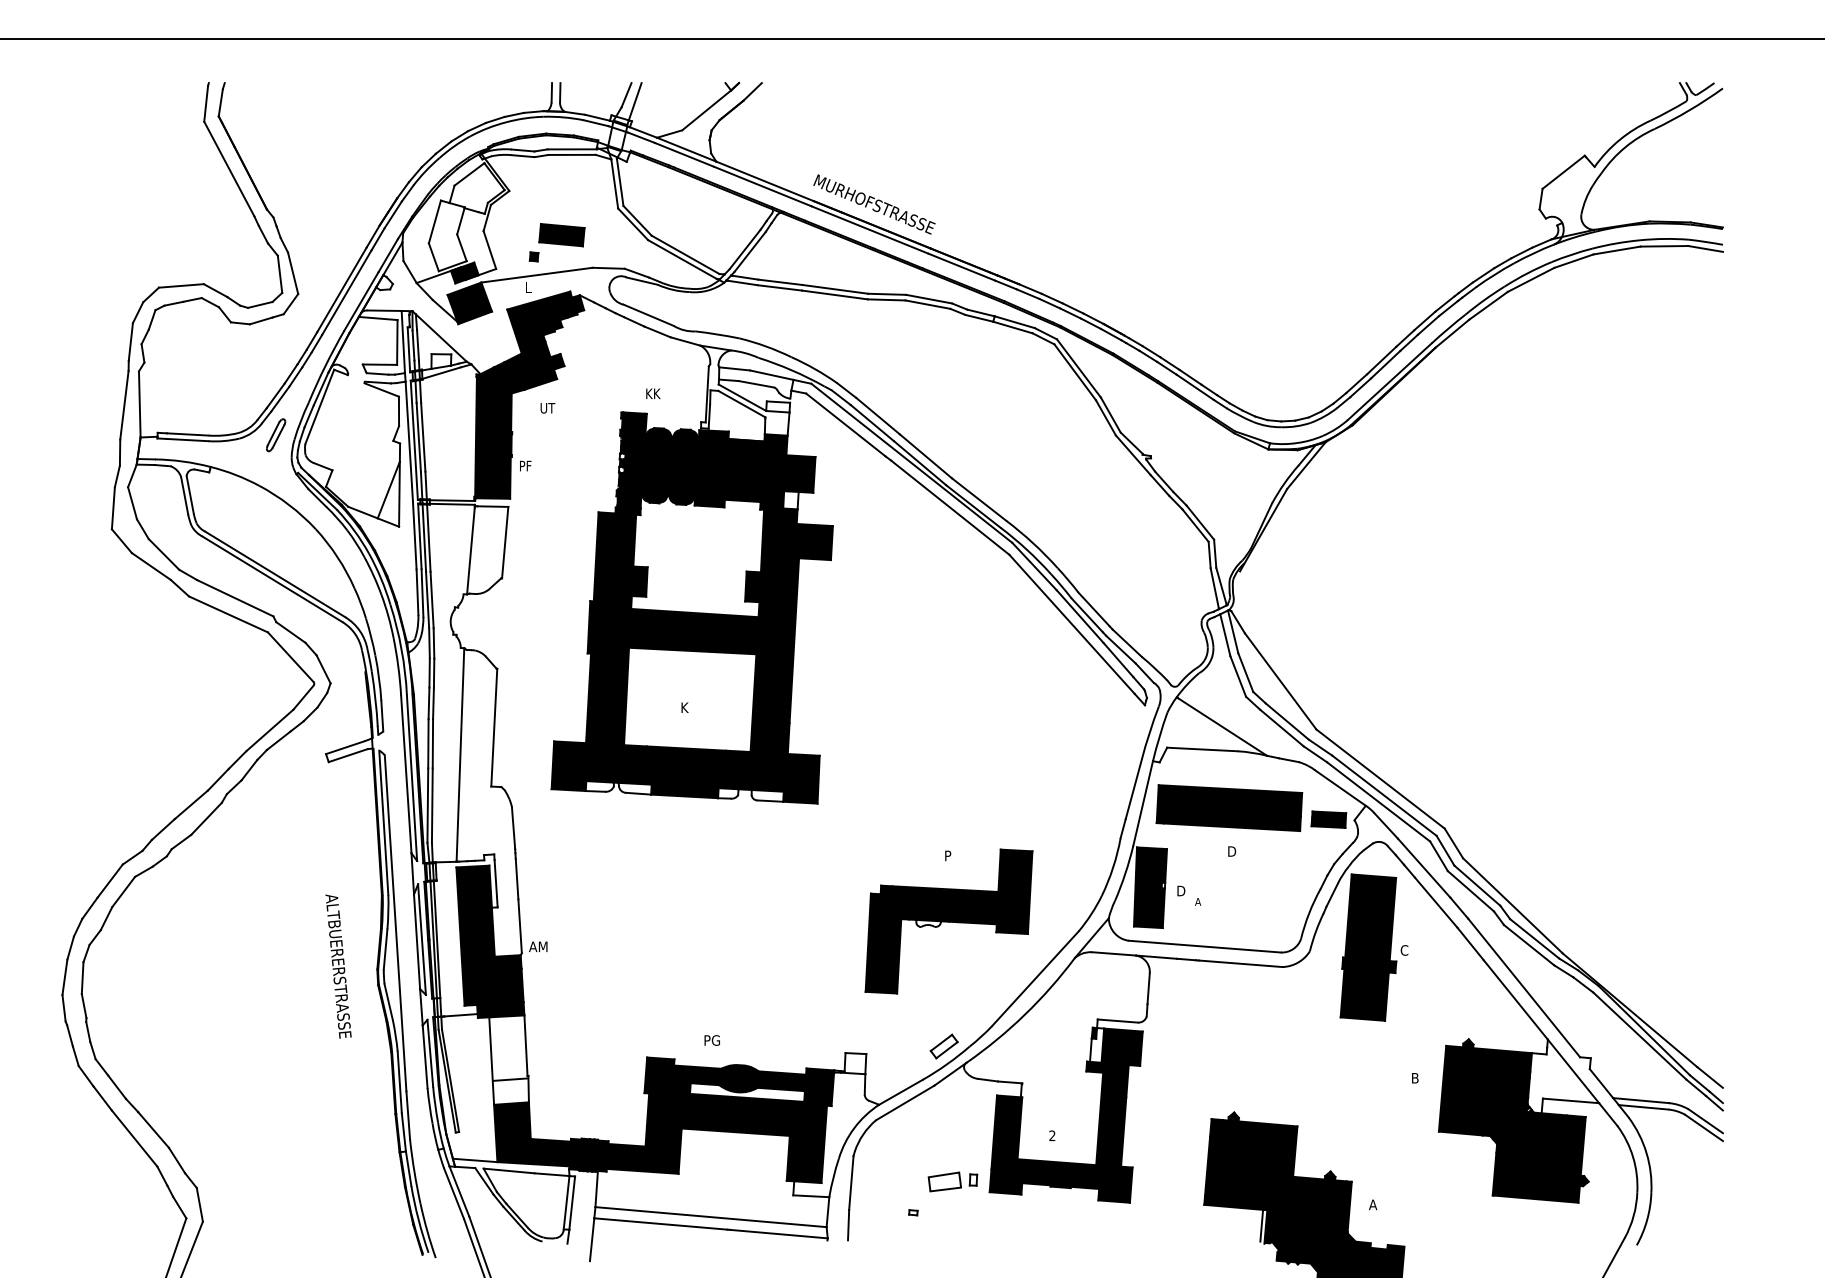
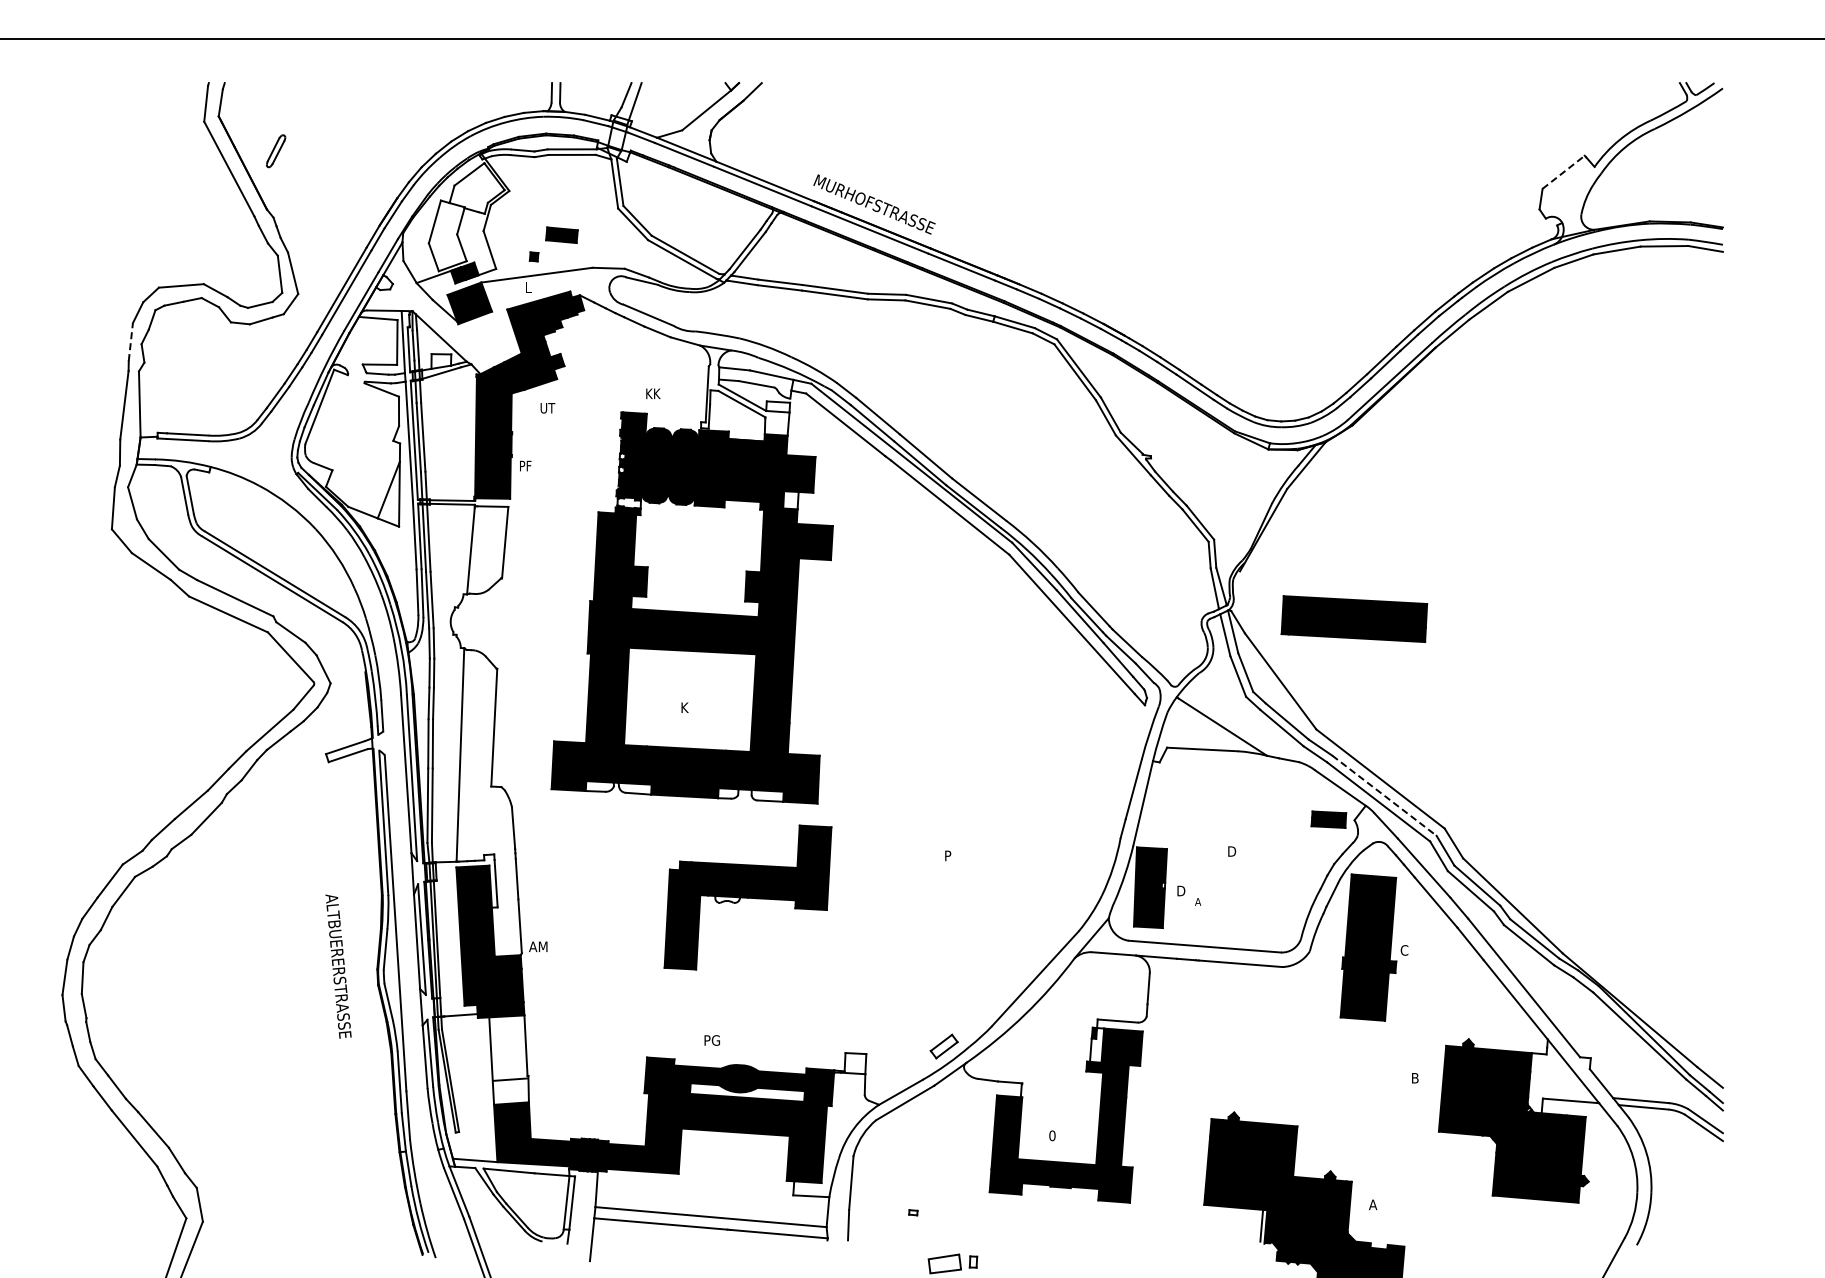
line at (1563, 172): solid -> dashed
part at (561, 235) size: 48x25 px -> 34x18 px
line at (130, 341): solid -> dashed
part at (276, 435) position: (276, 435) -> (276, 151)
fill at (629, 502): present -> none
line at (1384, 795): solid -> dashed
part at (1229, 807) position: (1229, 807) -> (1354, 618)
part at (948, 921) position: (948, 921) -> (747, 897)
text at (1052, 1135): 2 -> 0
part at (952, 1181) position: (952, 1181) -> (952, 1263)
